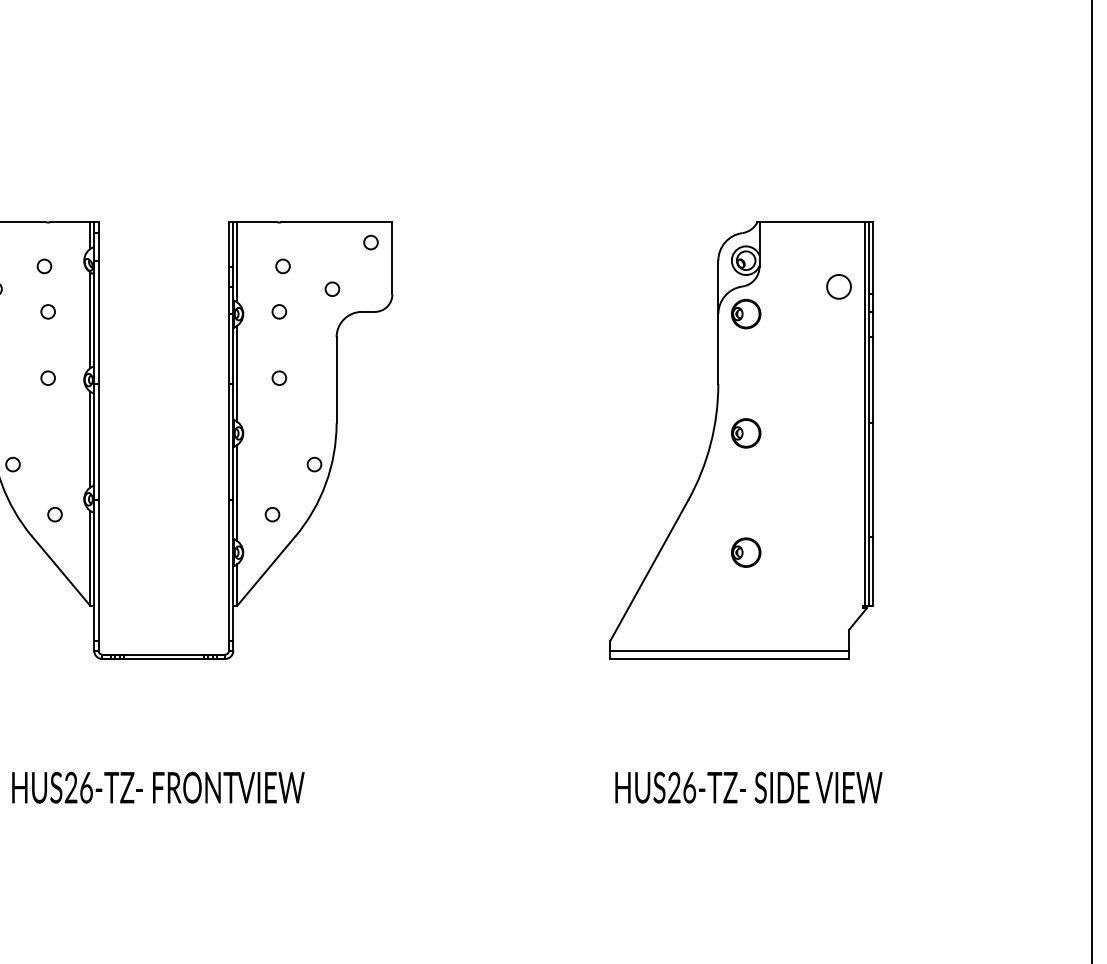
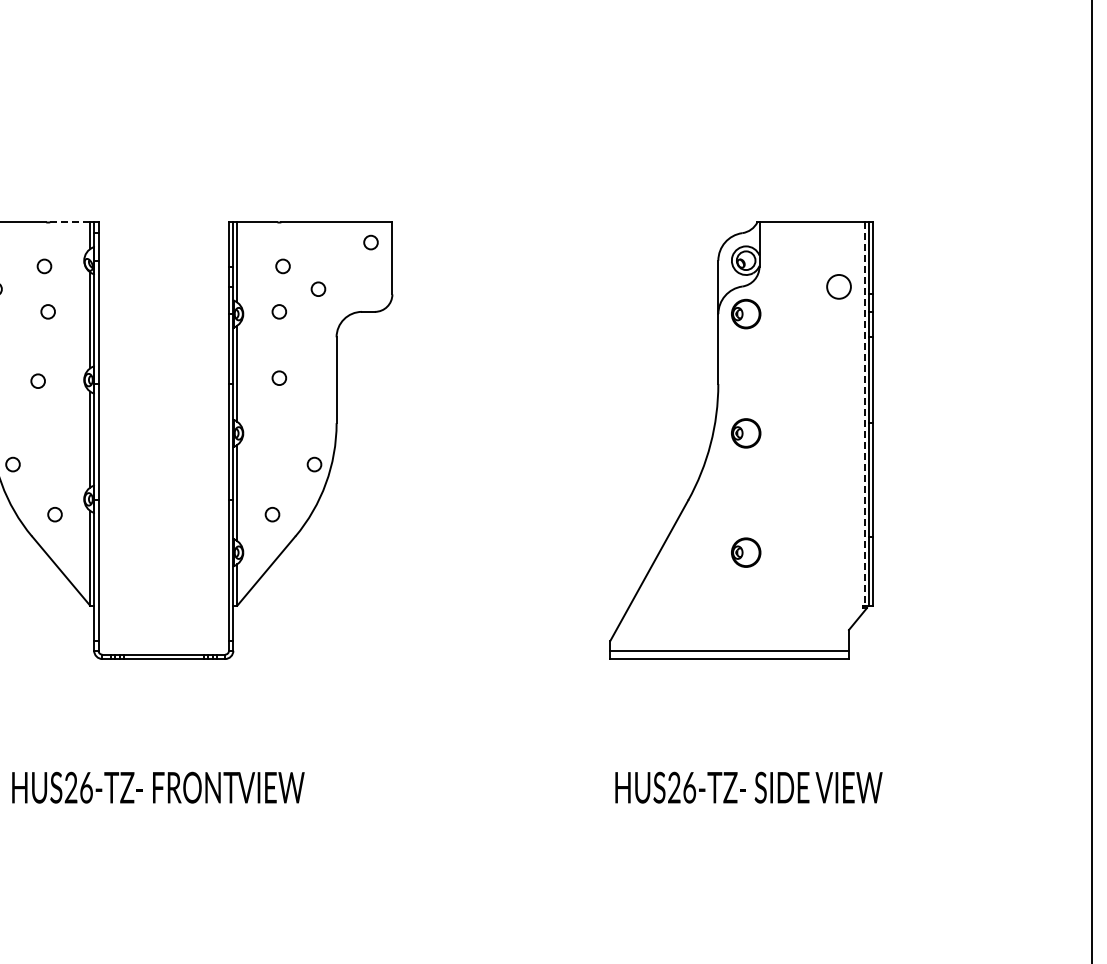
line at (69, 222): solid -> dashed
circle at (332, 288) position: (332, 288) -> (318, 288)
circle at (47, 377) position: (47, 377) -> (37, 380)
line at (864, 414): solid -> dashed
